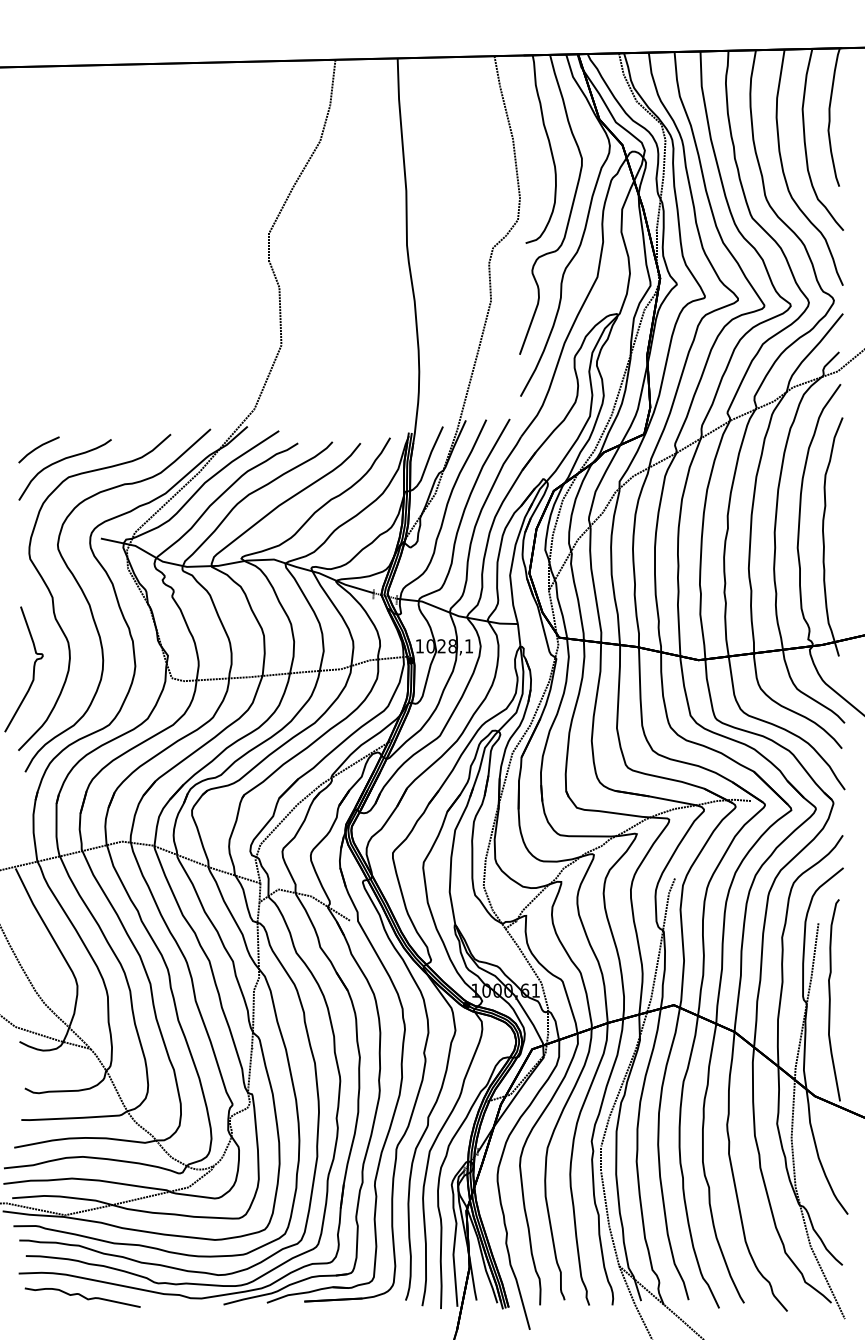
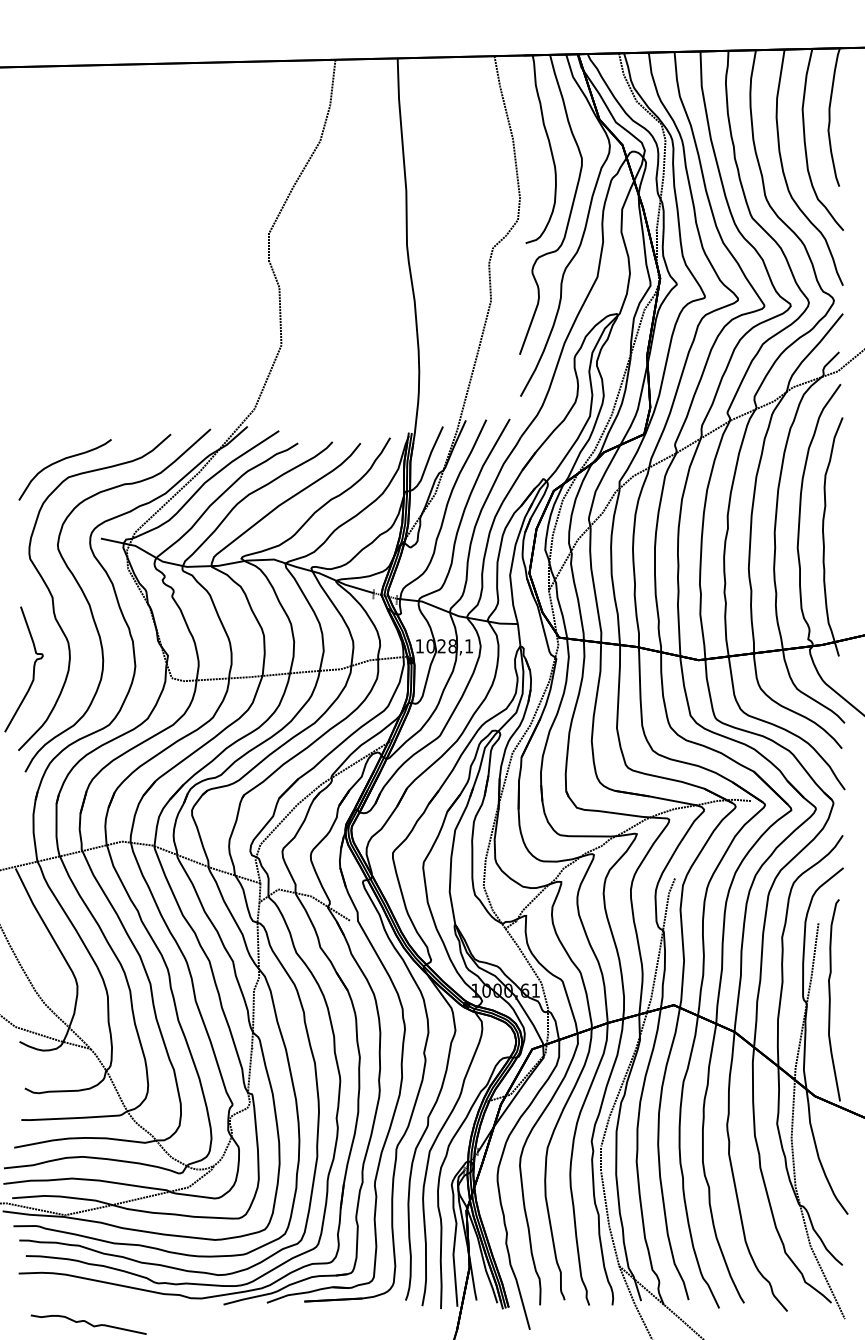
part at (38, 449): present -> none
curve at (82, 1297) position: (82, 1297) -> (88, 1324)
